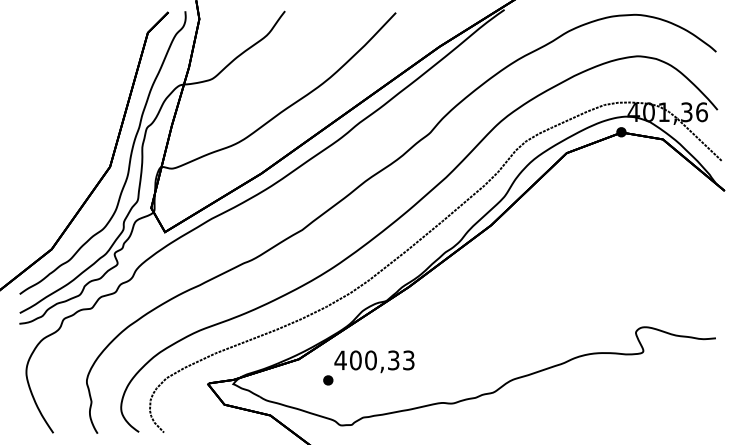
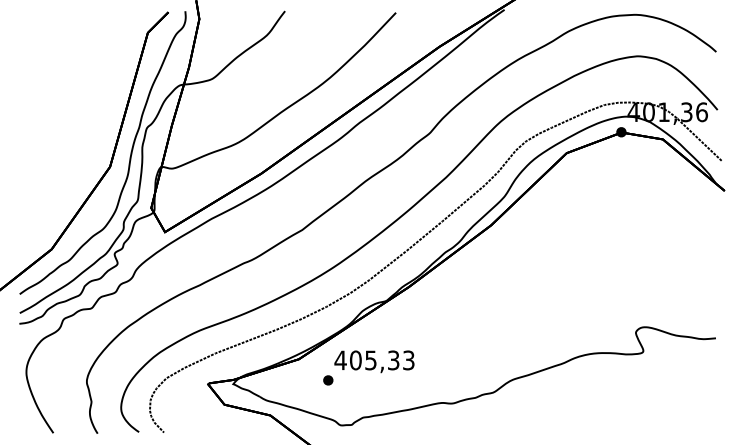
text at (370, 360): 400,33 -> 405,33
